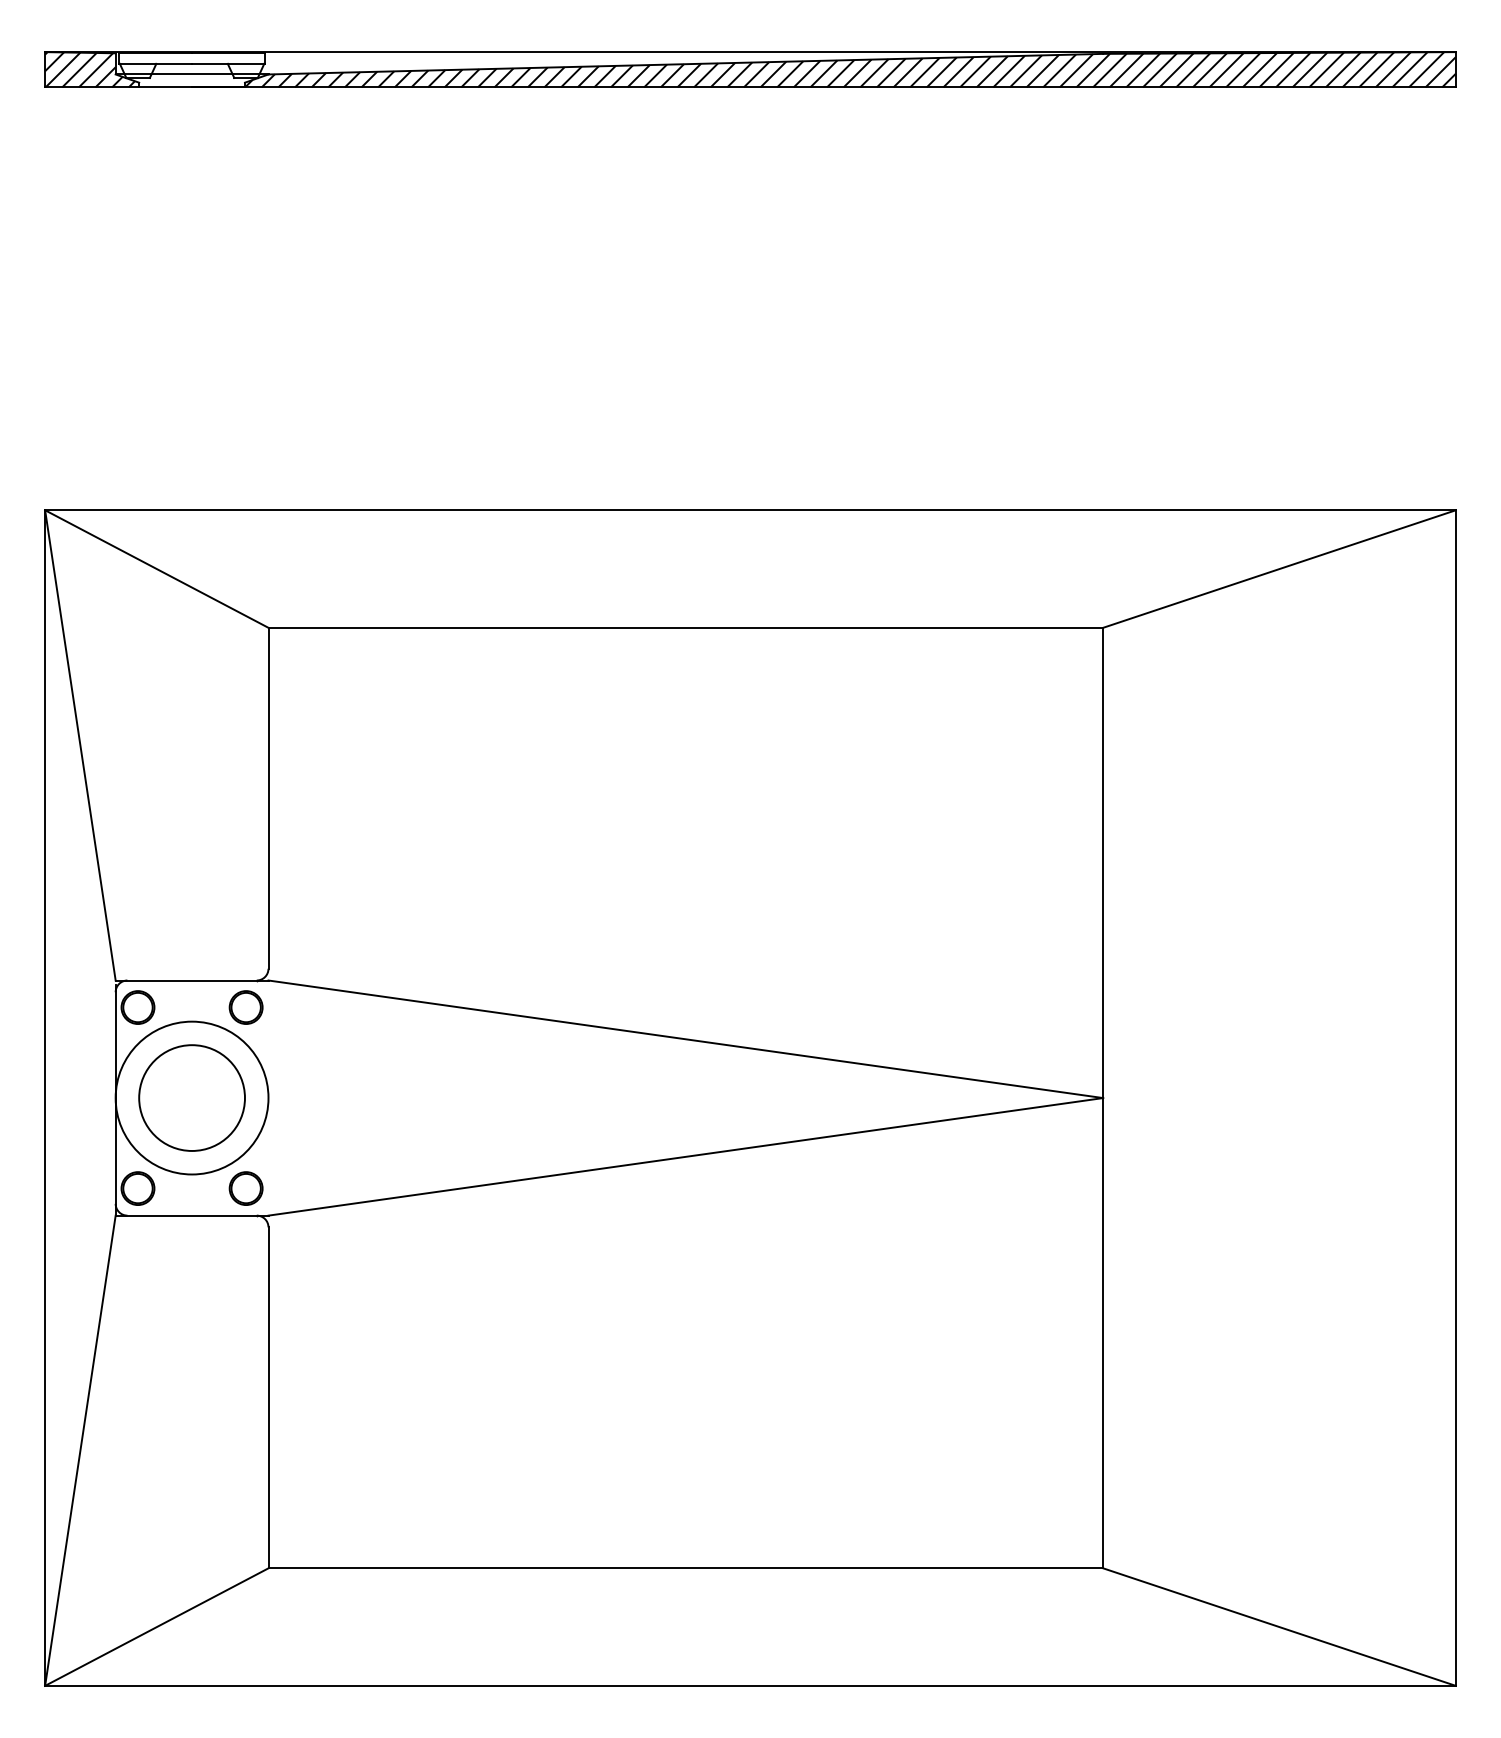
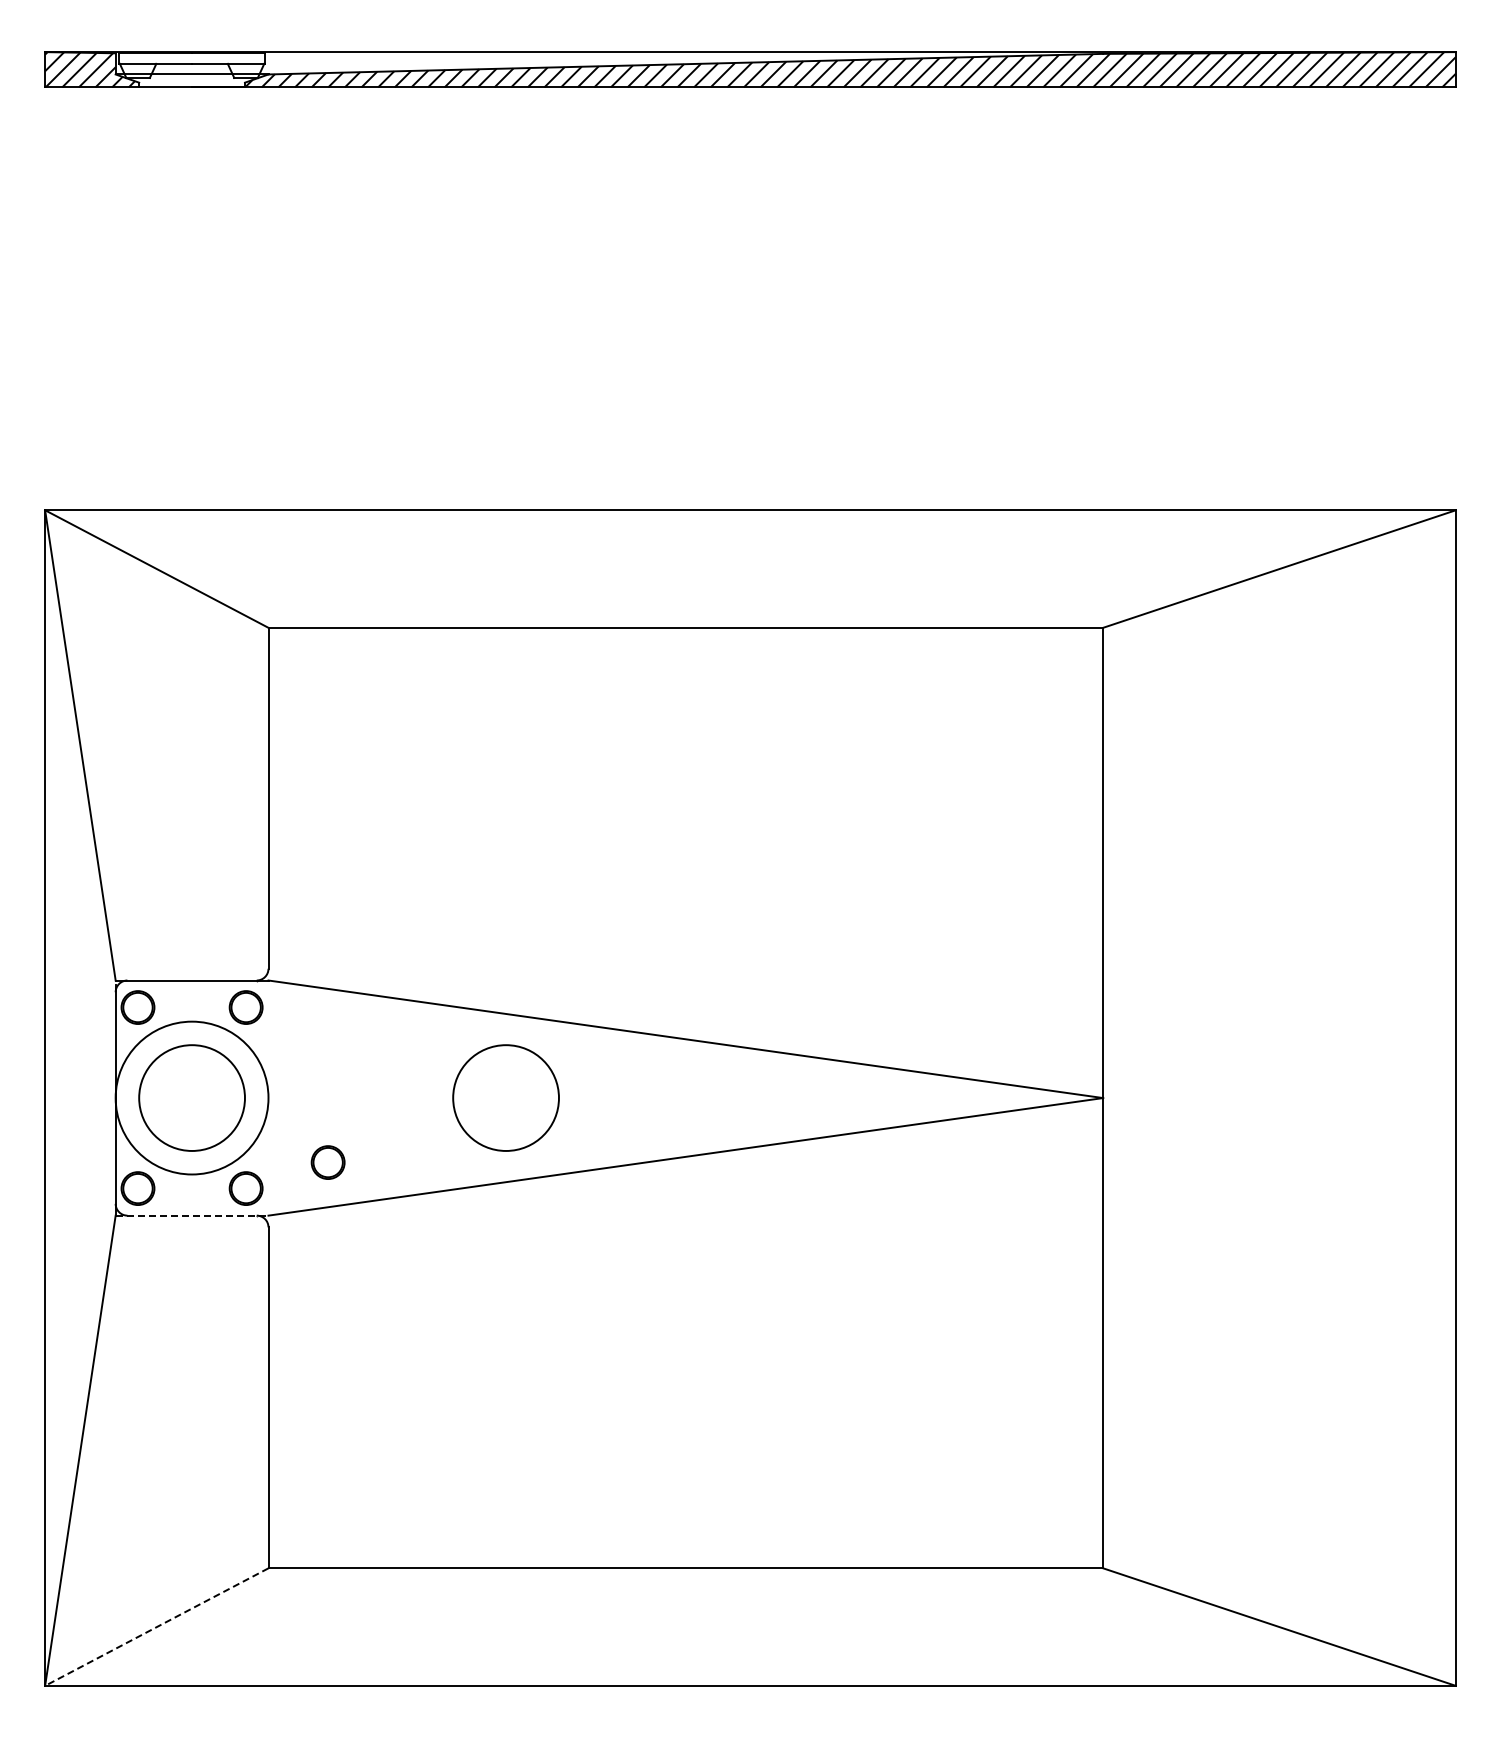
circle at (505, 1097): none -> present
part at (327, 1162): none -> present
line at (192, 1215): solid -> dashed
line at (156, 1627): solid -> dashed
